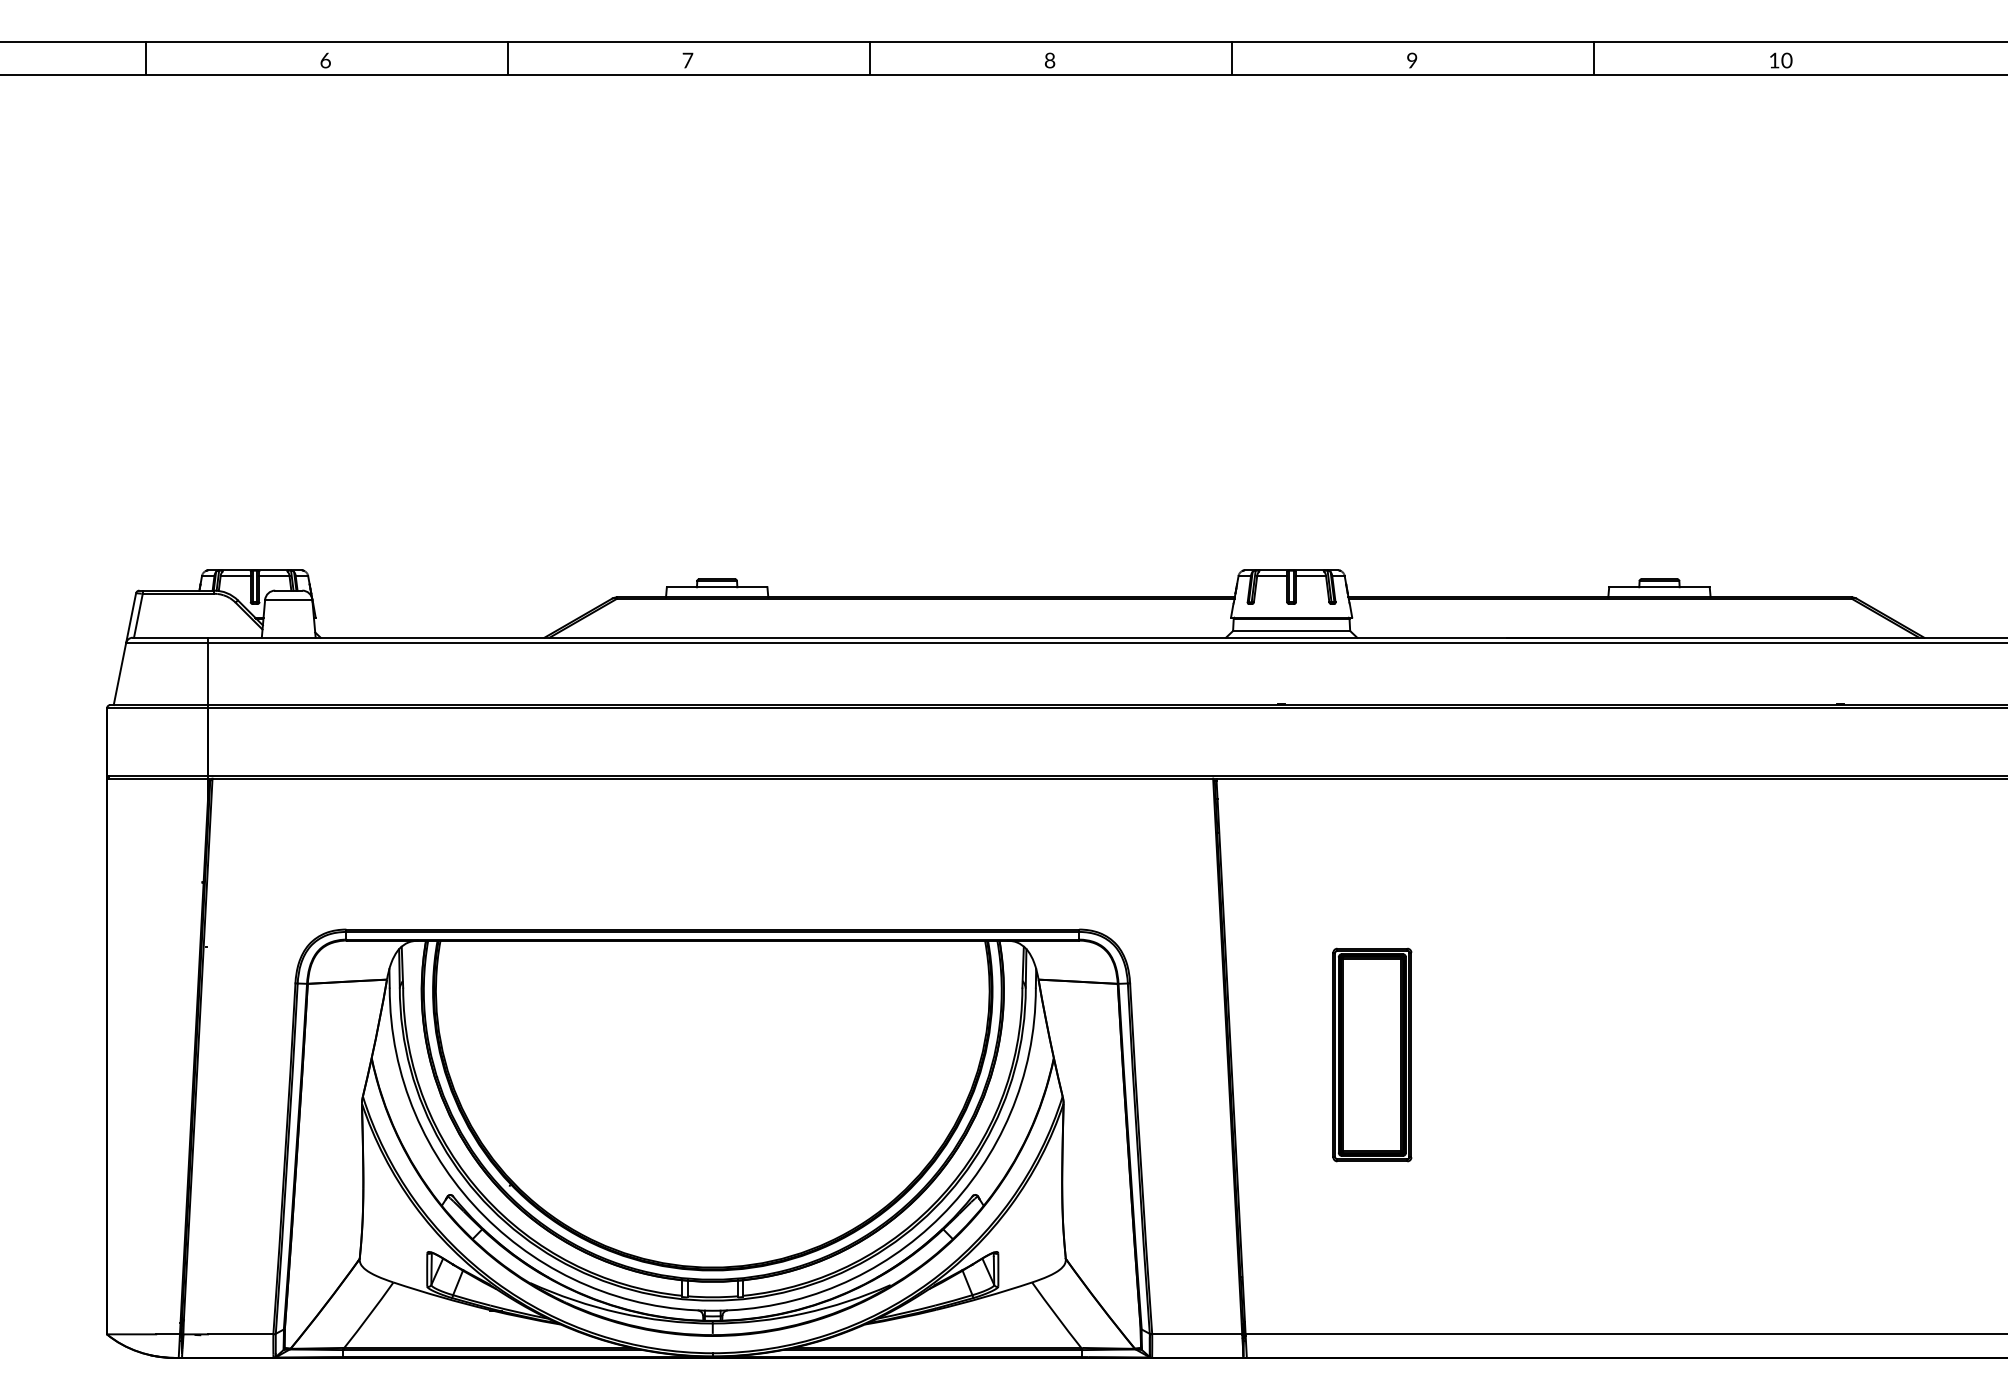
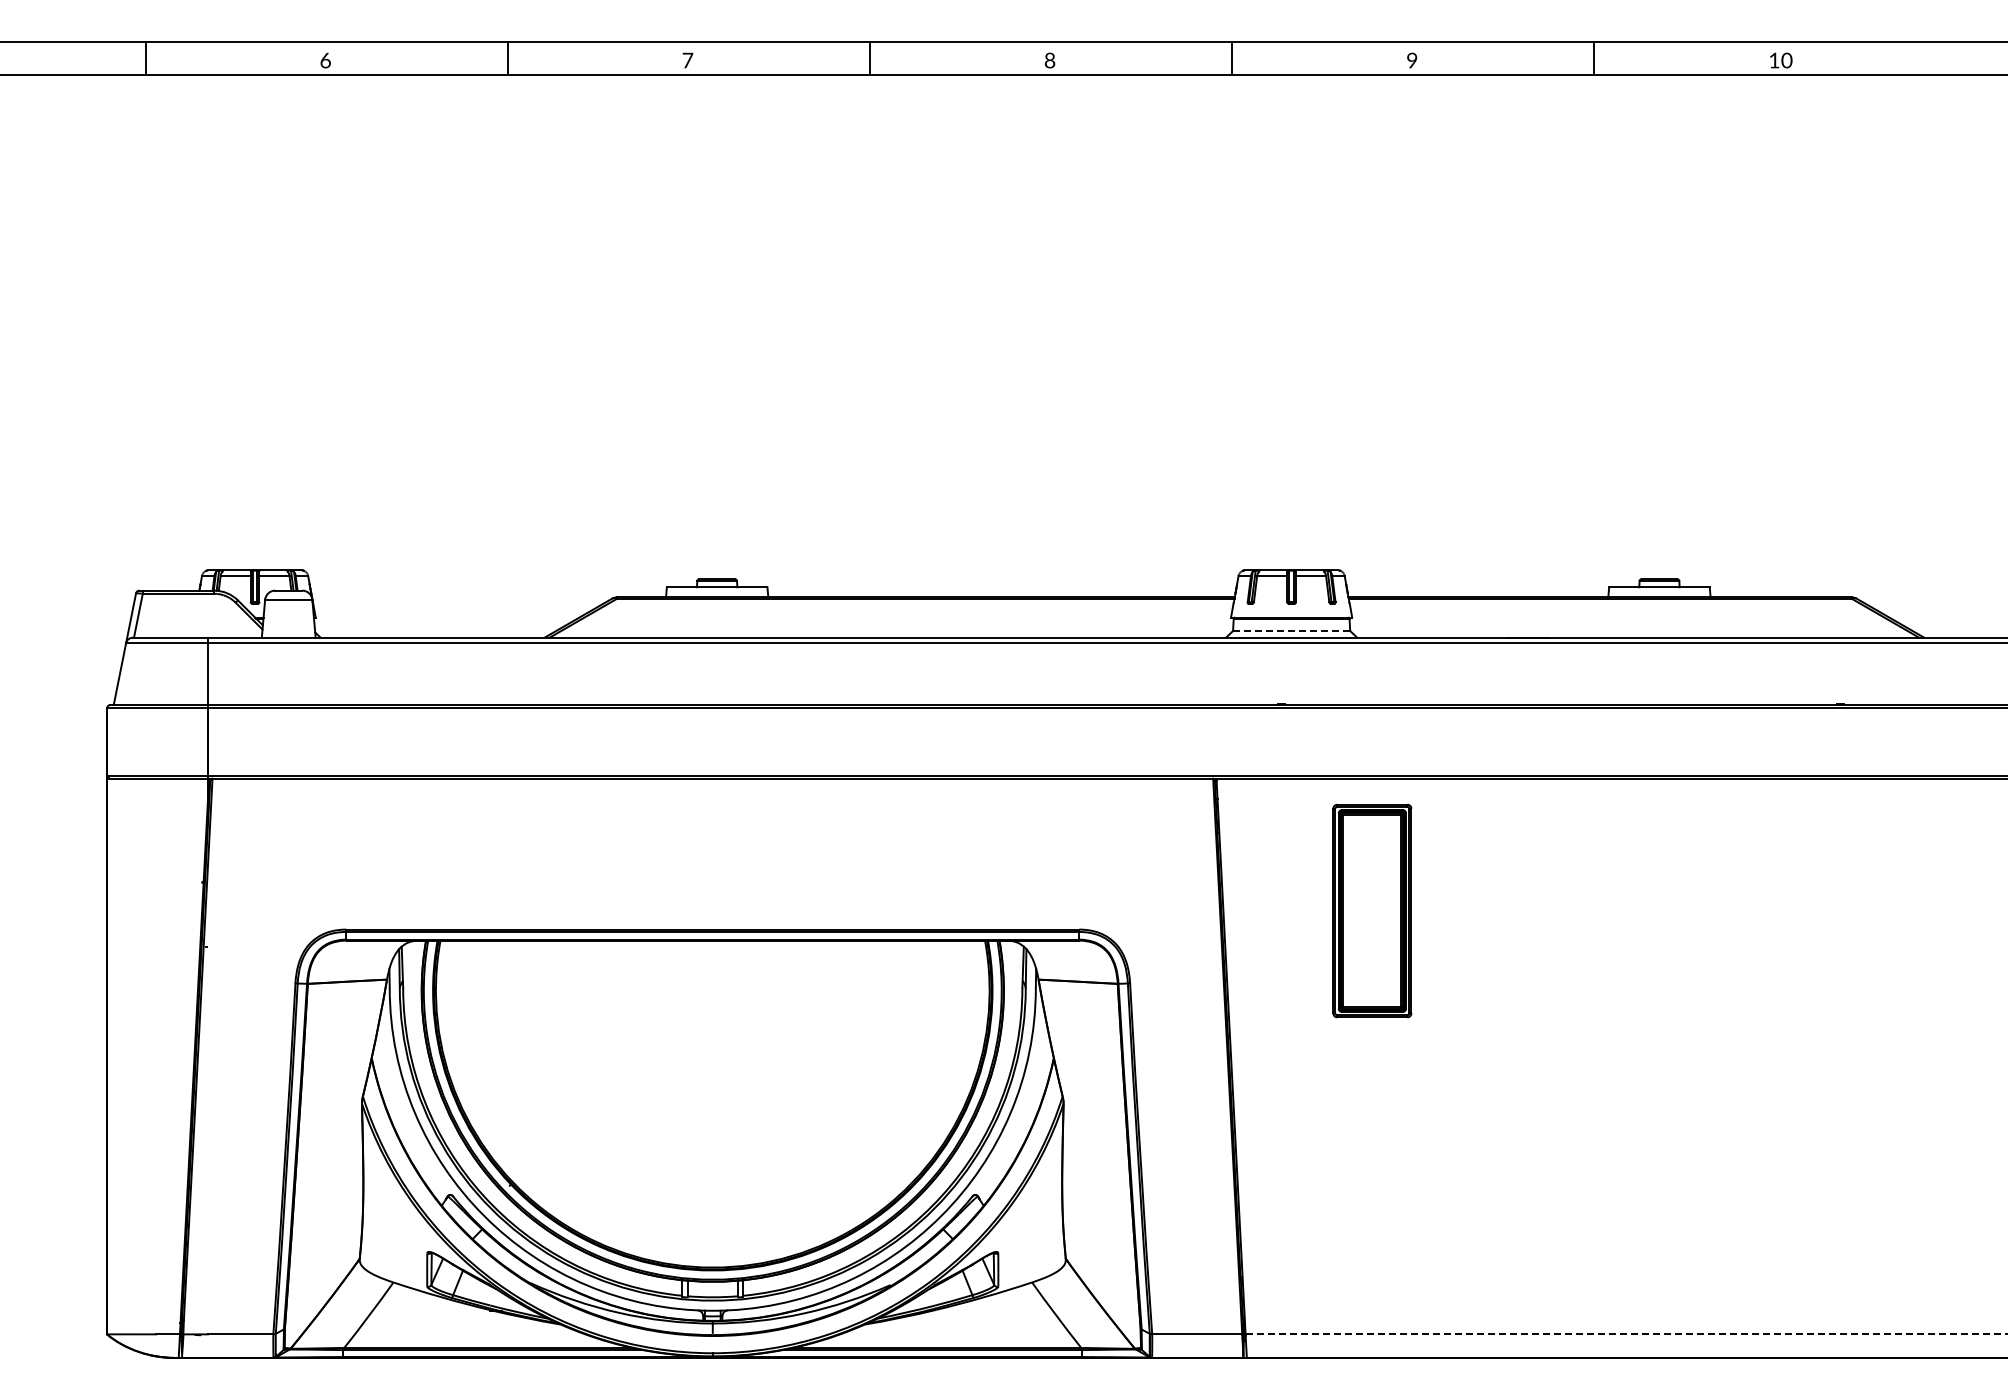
line at (1291, 631): solid -> dashed
part at (1372, 1054) position: (1372, 1054) -> (1372, 910)
line at (1626, 1334): solid -> dashed
